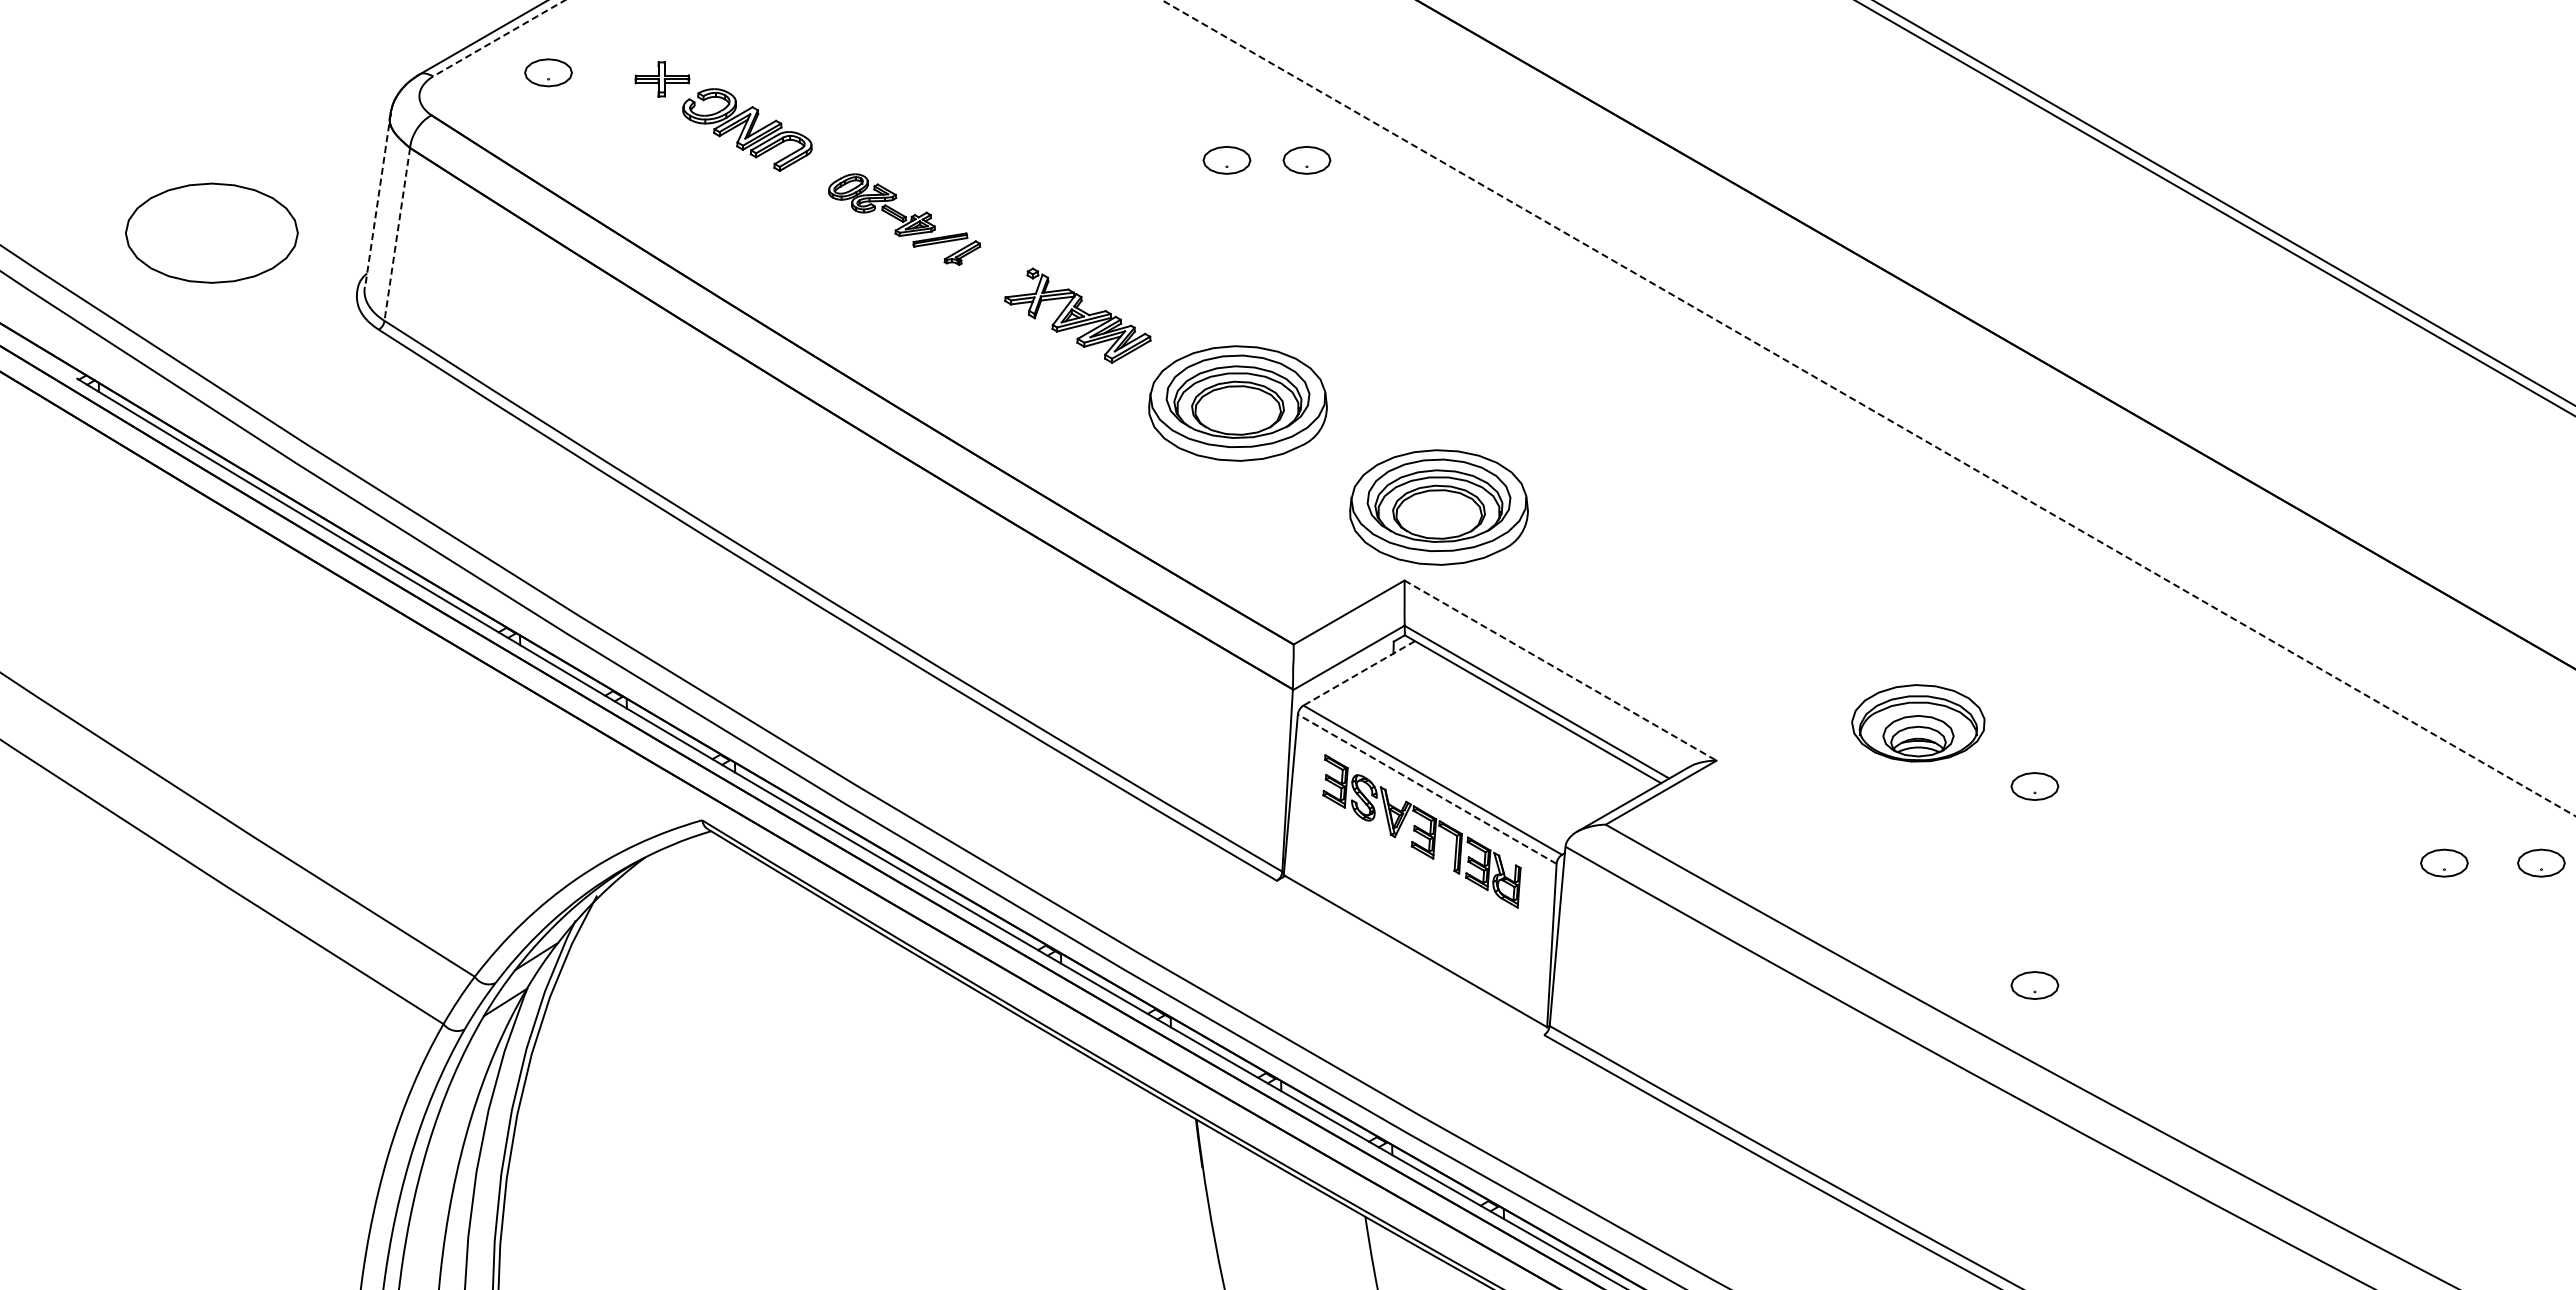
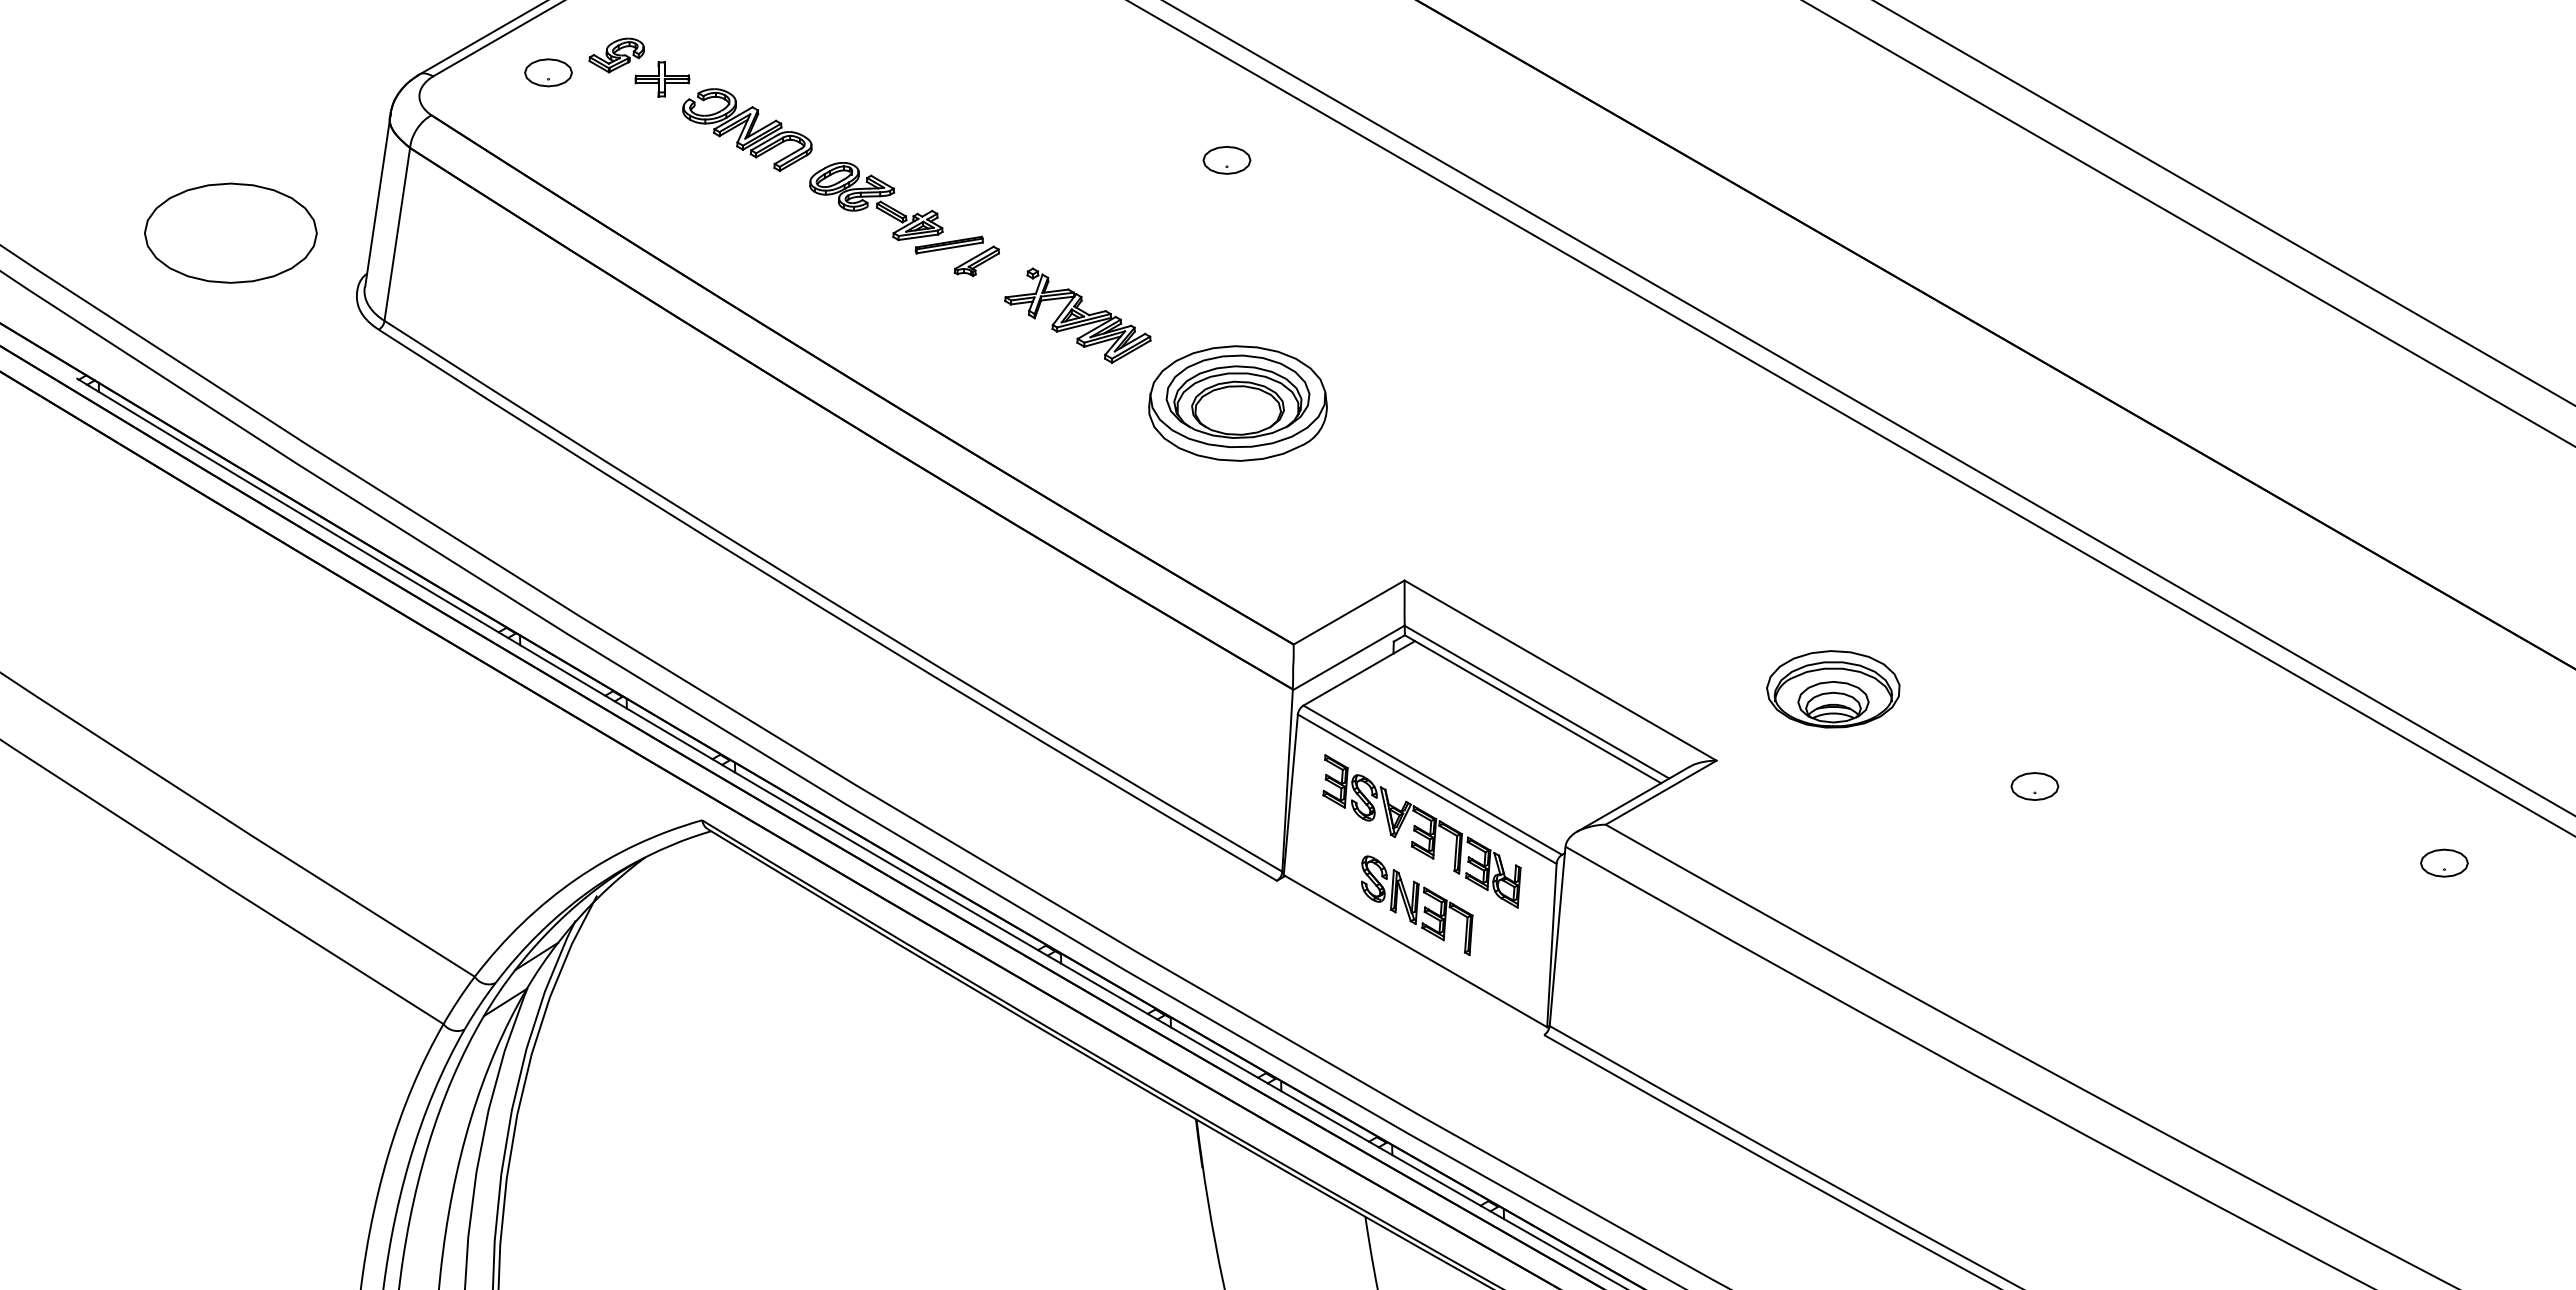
line at (498, 38): dashed -> solid
part at (616, 55): none -> present
part at (1306, 160): present -> none
line at (378, 200): dashed -> solid
line at (2215, 208) position: (2215, 208) -> (2188, 223)
part at (904, 219) size: 154x93 px -> 191x116 px
part at (211, 232) position: (211, 232) -> (230, 232)
line at (397, 235): dashed -> solid
line at (1868, 407): dashed -> solid
line at (1850, 418): none -> present
part at (1438, 507): present -> none
line at (1561, 670): dashed -> solid
line at (1358, 673): dashed -> solid
part at (1918, 723) position: (1918, 723) -> (1833, 689)
line at (1426, 788): dashed -> solid
part at (2541, 862): present -> none
part at (1417, 905): none -> present
part at (2034, 985): present -> none
